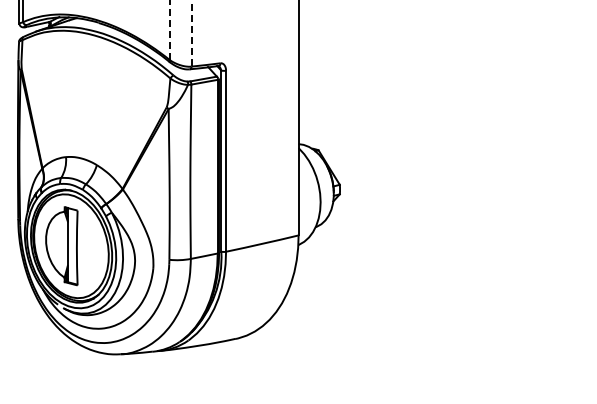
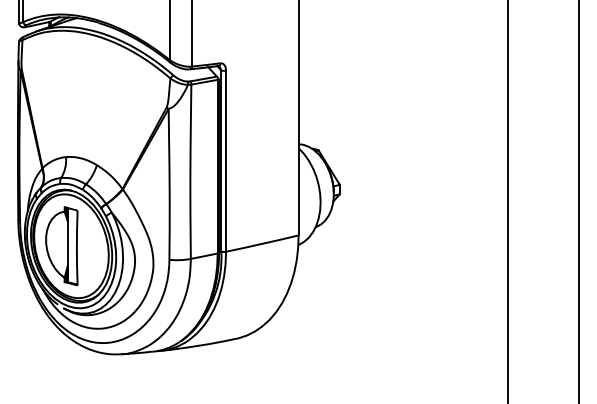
line at (169, 30): dashed -> solid
line at (191, 33): dashed -> solid
line at (508, 201): none -> present
line at (579, 201): none -> present
